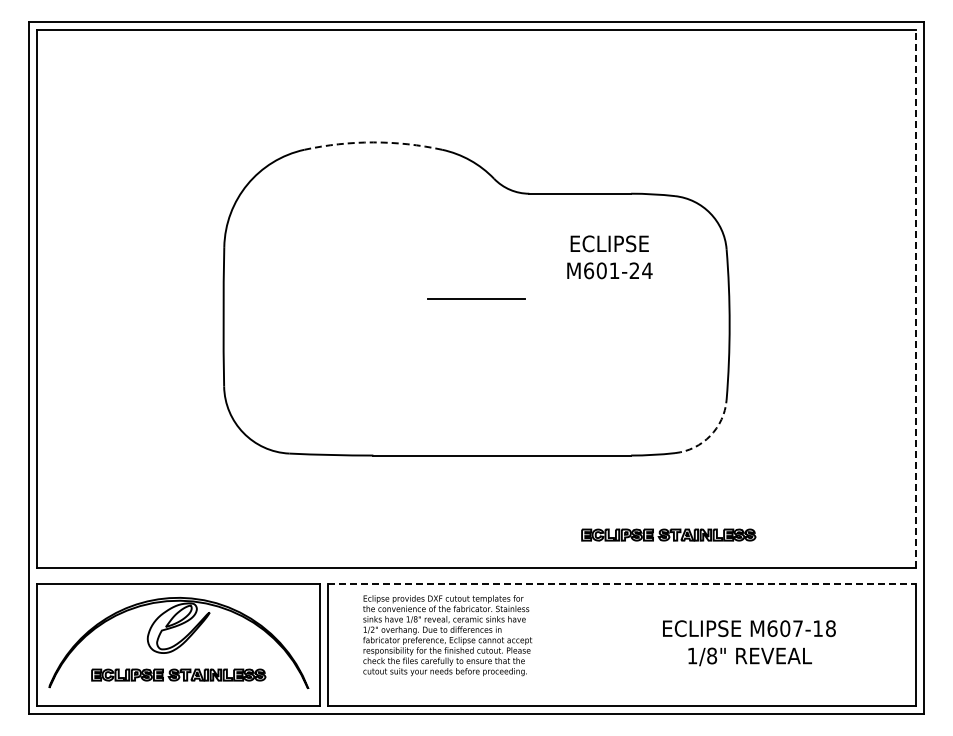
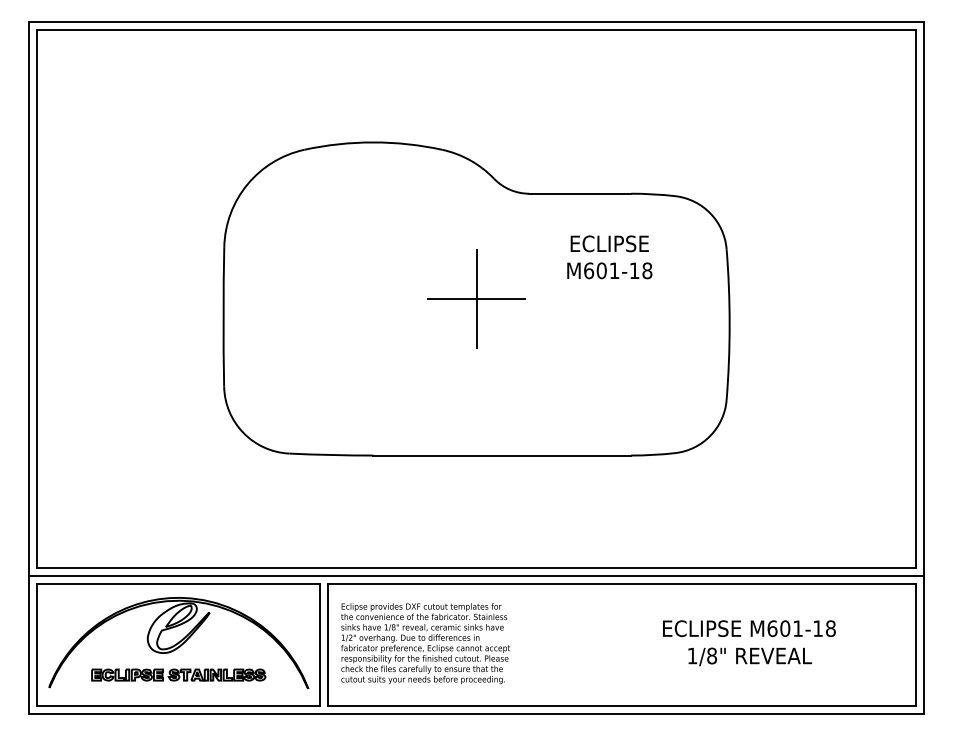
arc at (373, 142): dashed -> solid
text at (640, 270): M601-24 -> M601-18
line at (476, 298): none -> present
line at (916, 298): dashed -> solid
arc at (710, 435): dashed -> solid
part at (668, 534): present -> none
line at (476, 575): none -> present
line at (622, 583): dashed -> solid
text at (797, 628): M607-18 -> M601-18
text at (447, 635) position: (447, 635) -> (425, 643)
